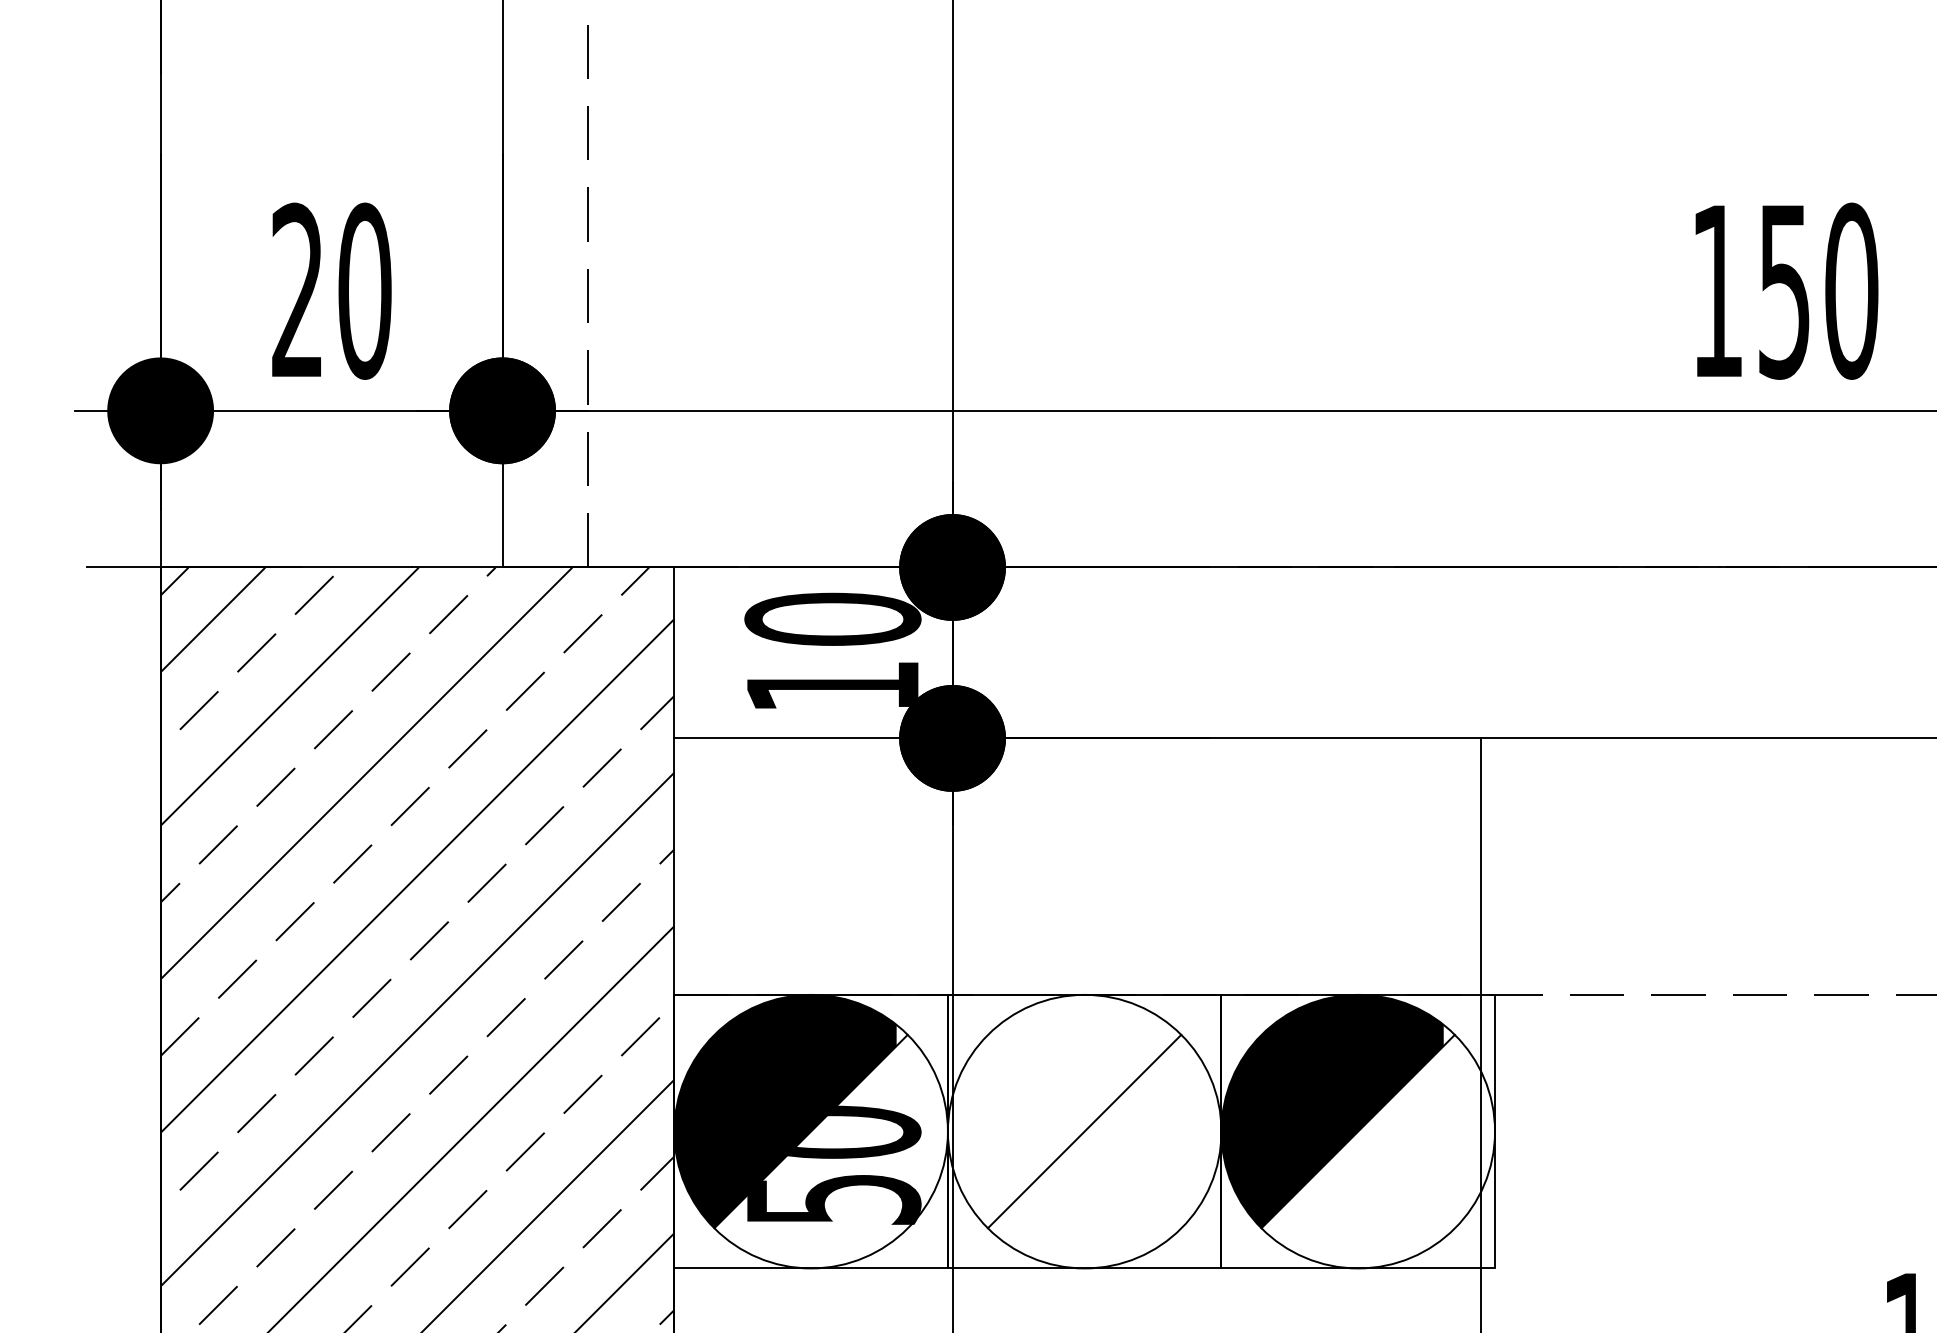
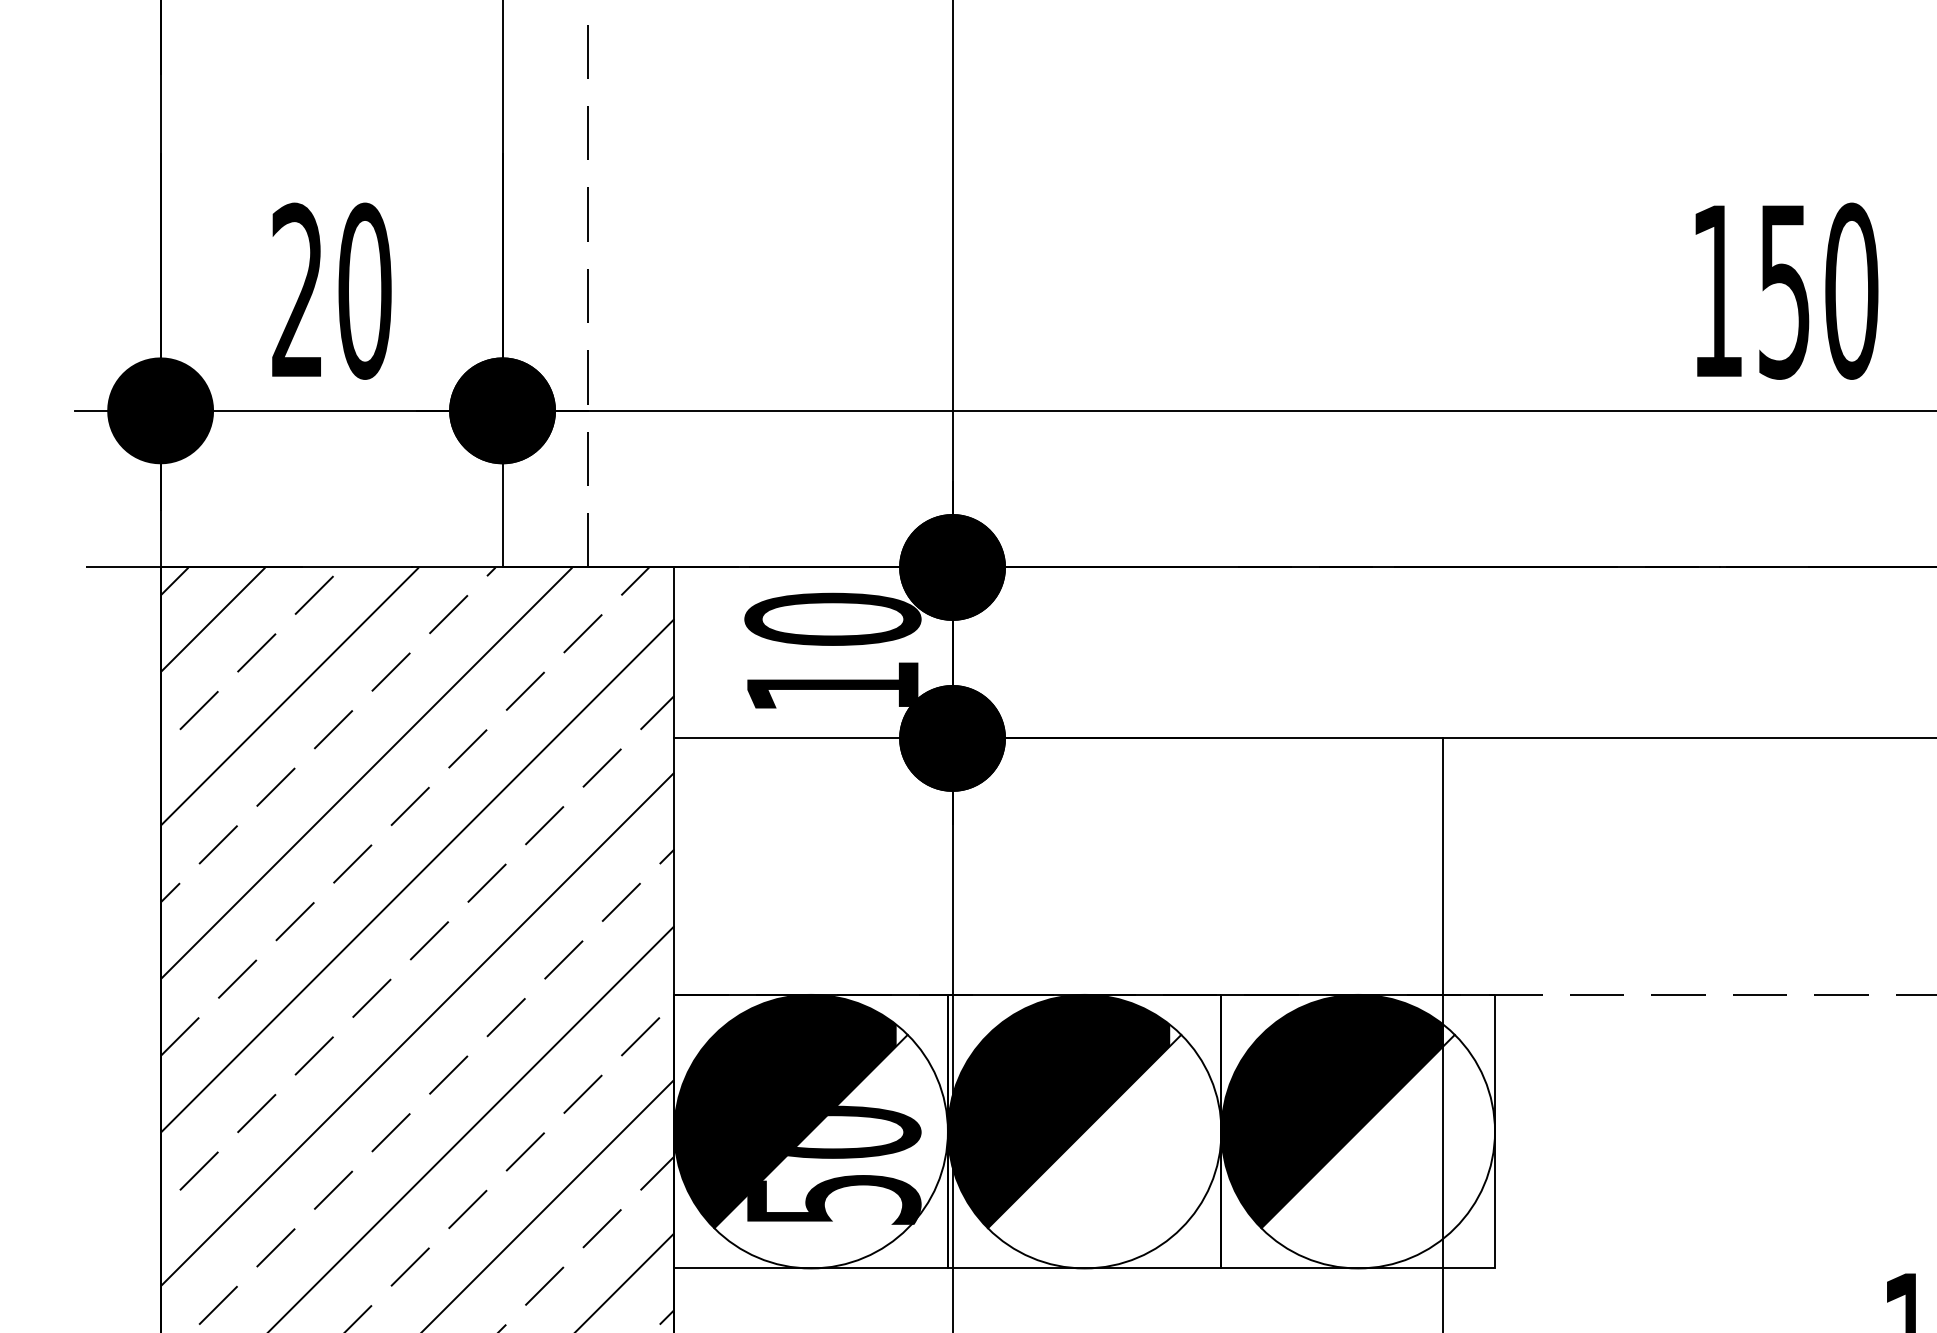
line at (1480, 1033) position: (1480, 1033) -> (1442, 1033)
fill at (1058, 1111): none -> present
